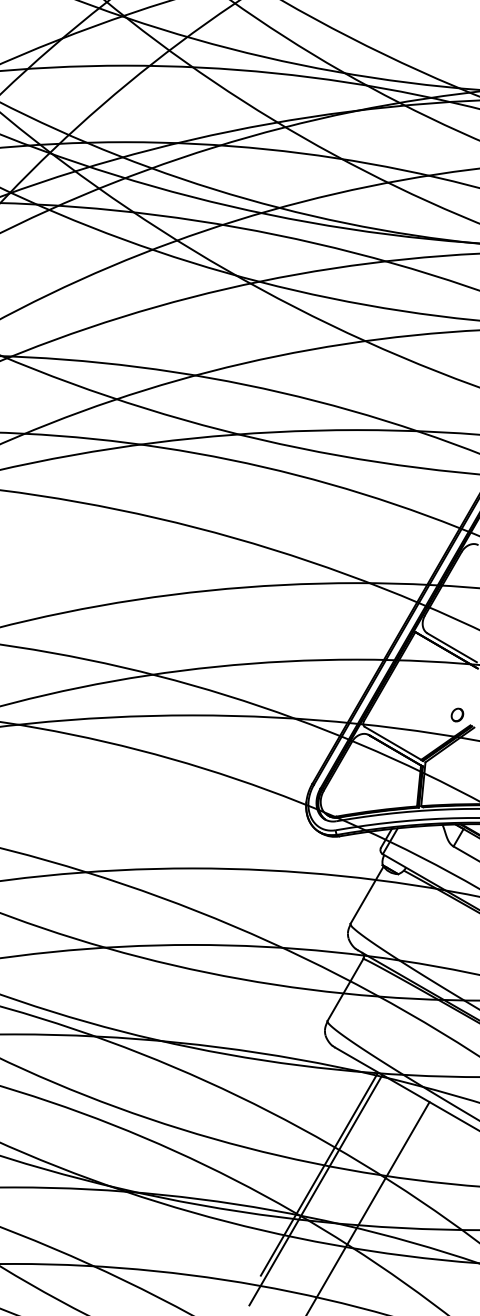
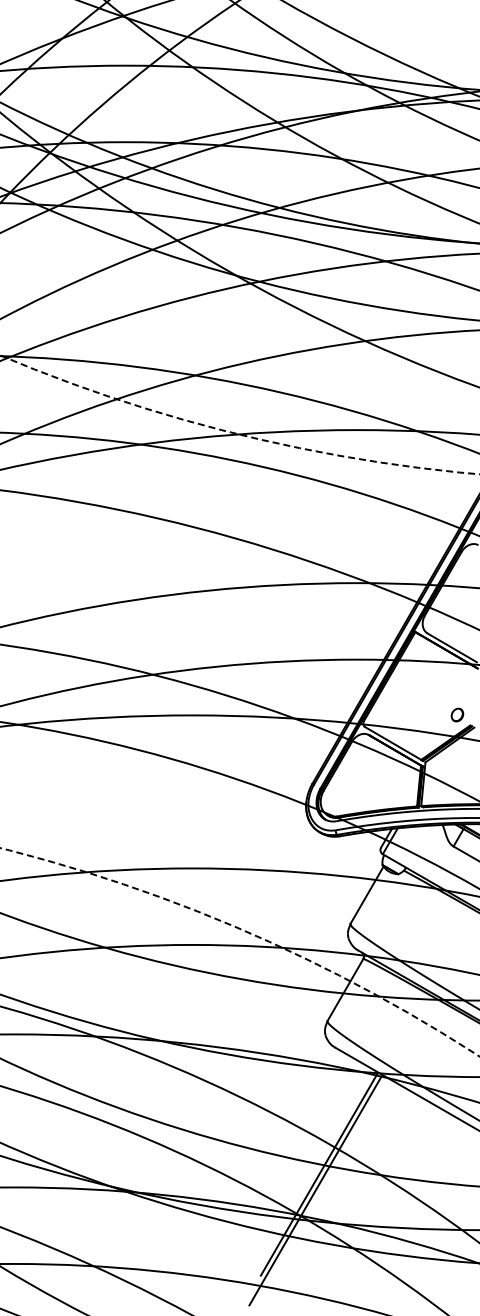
circle at (239, 414): solid -> dashed
circle at (239, 952): solid -> dashed
line at (368, 1207): present -> none
